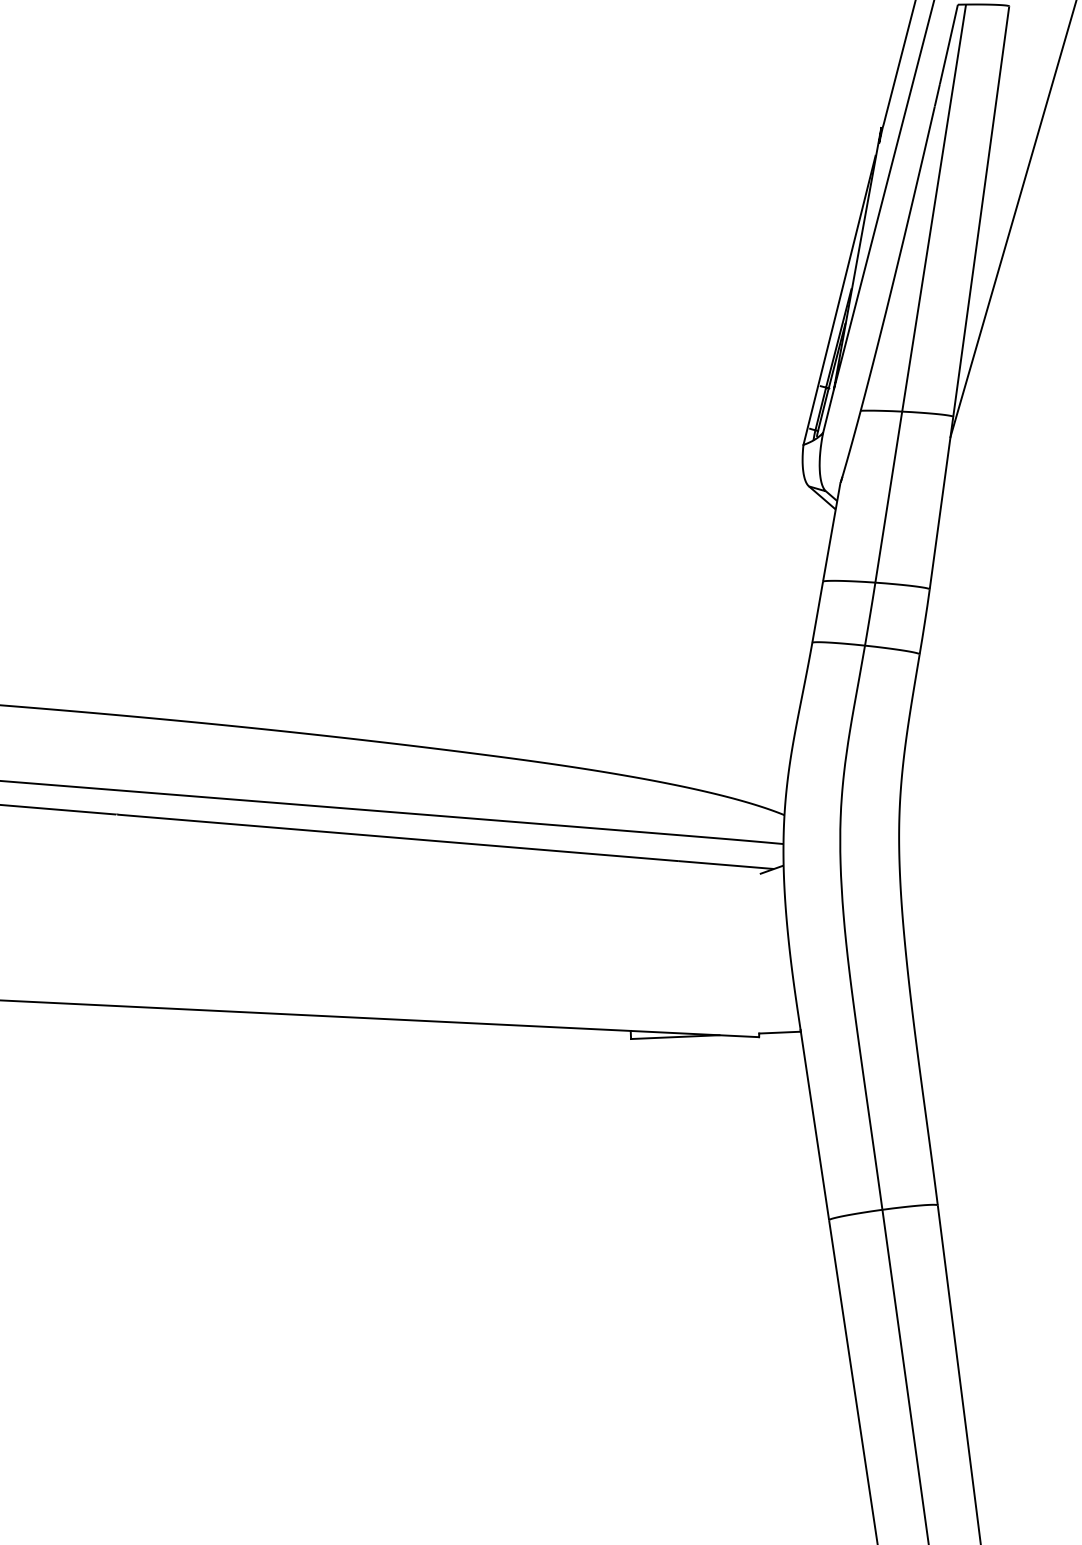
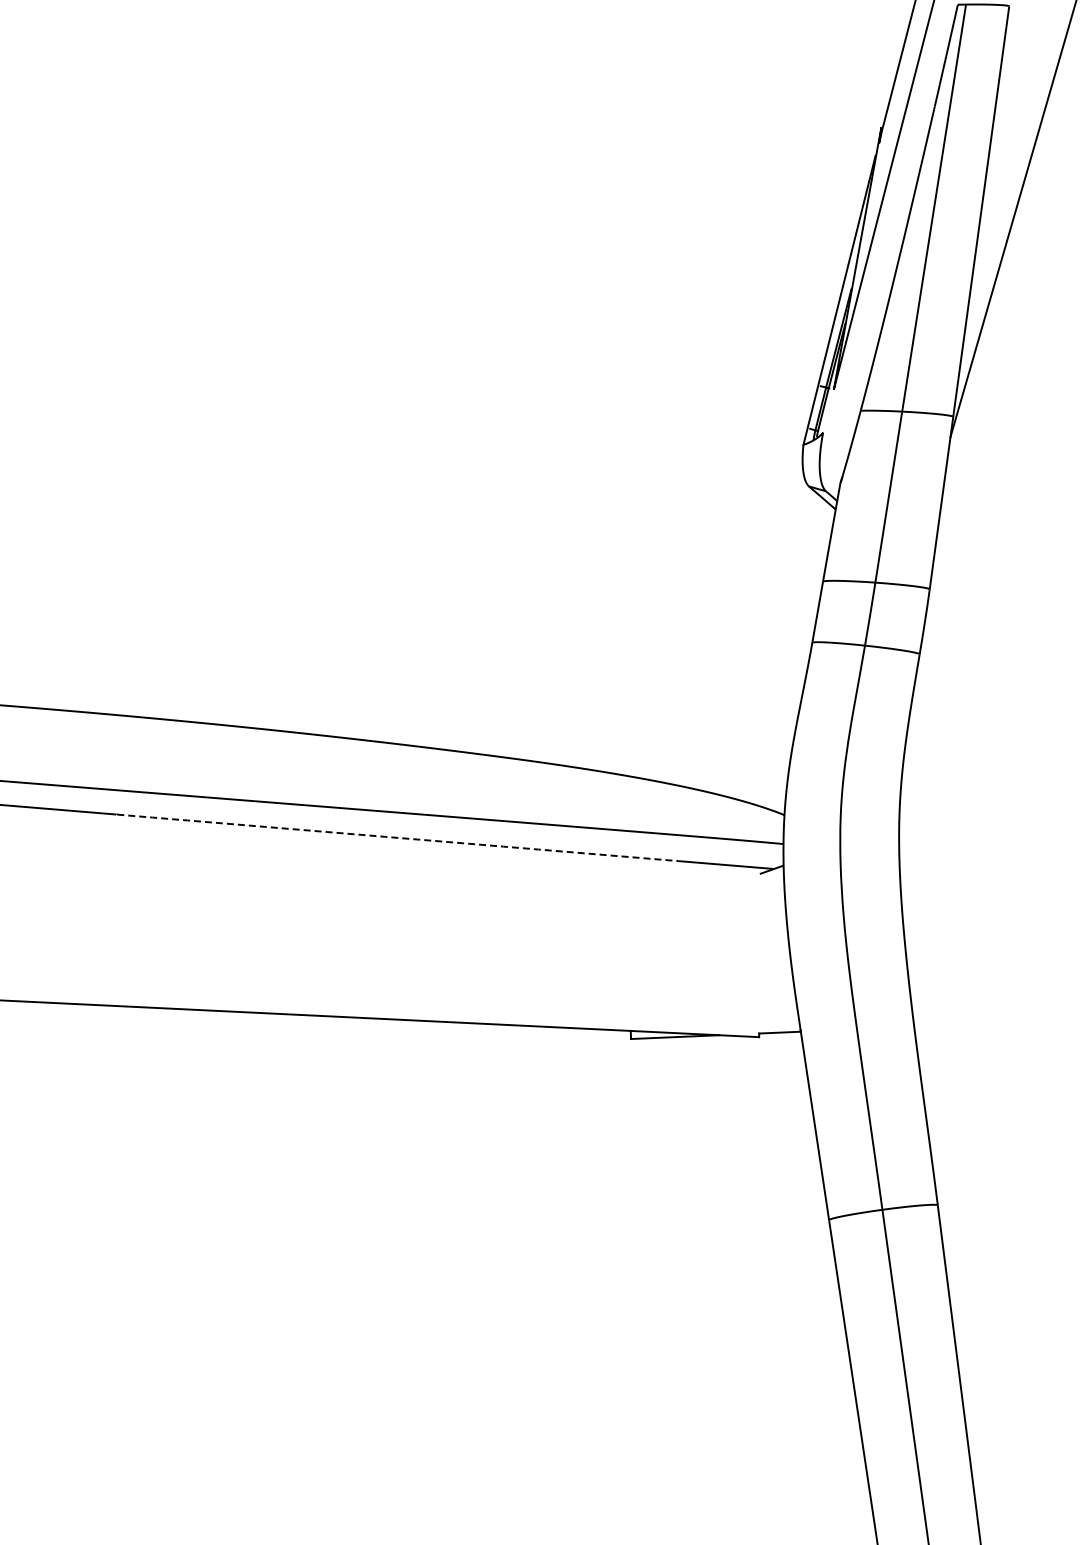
line at (828, 410): present -> none
arc at (398, 837): solid -> dashed
